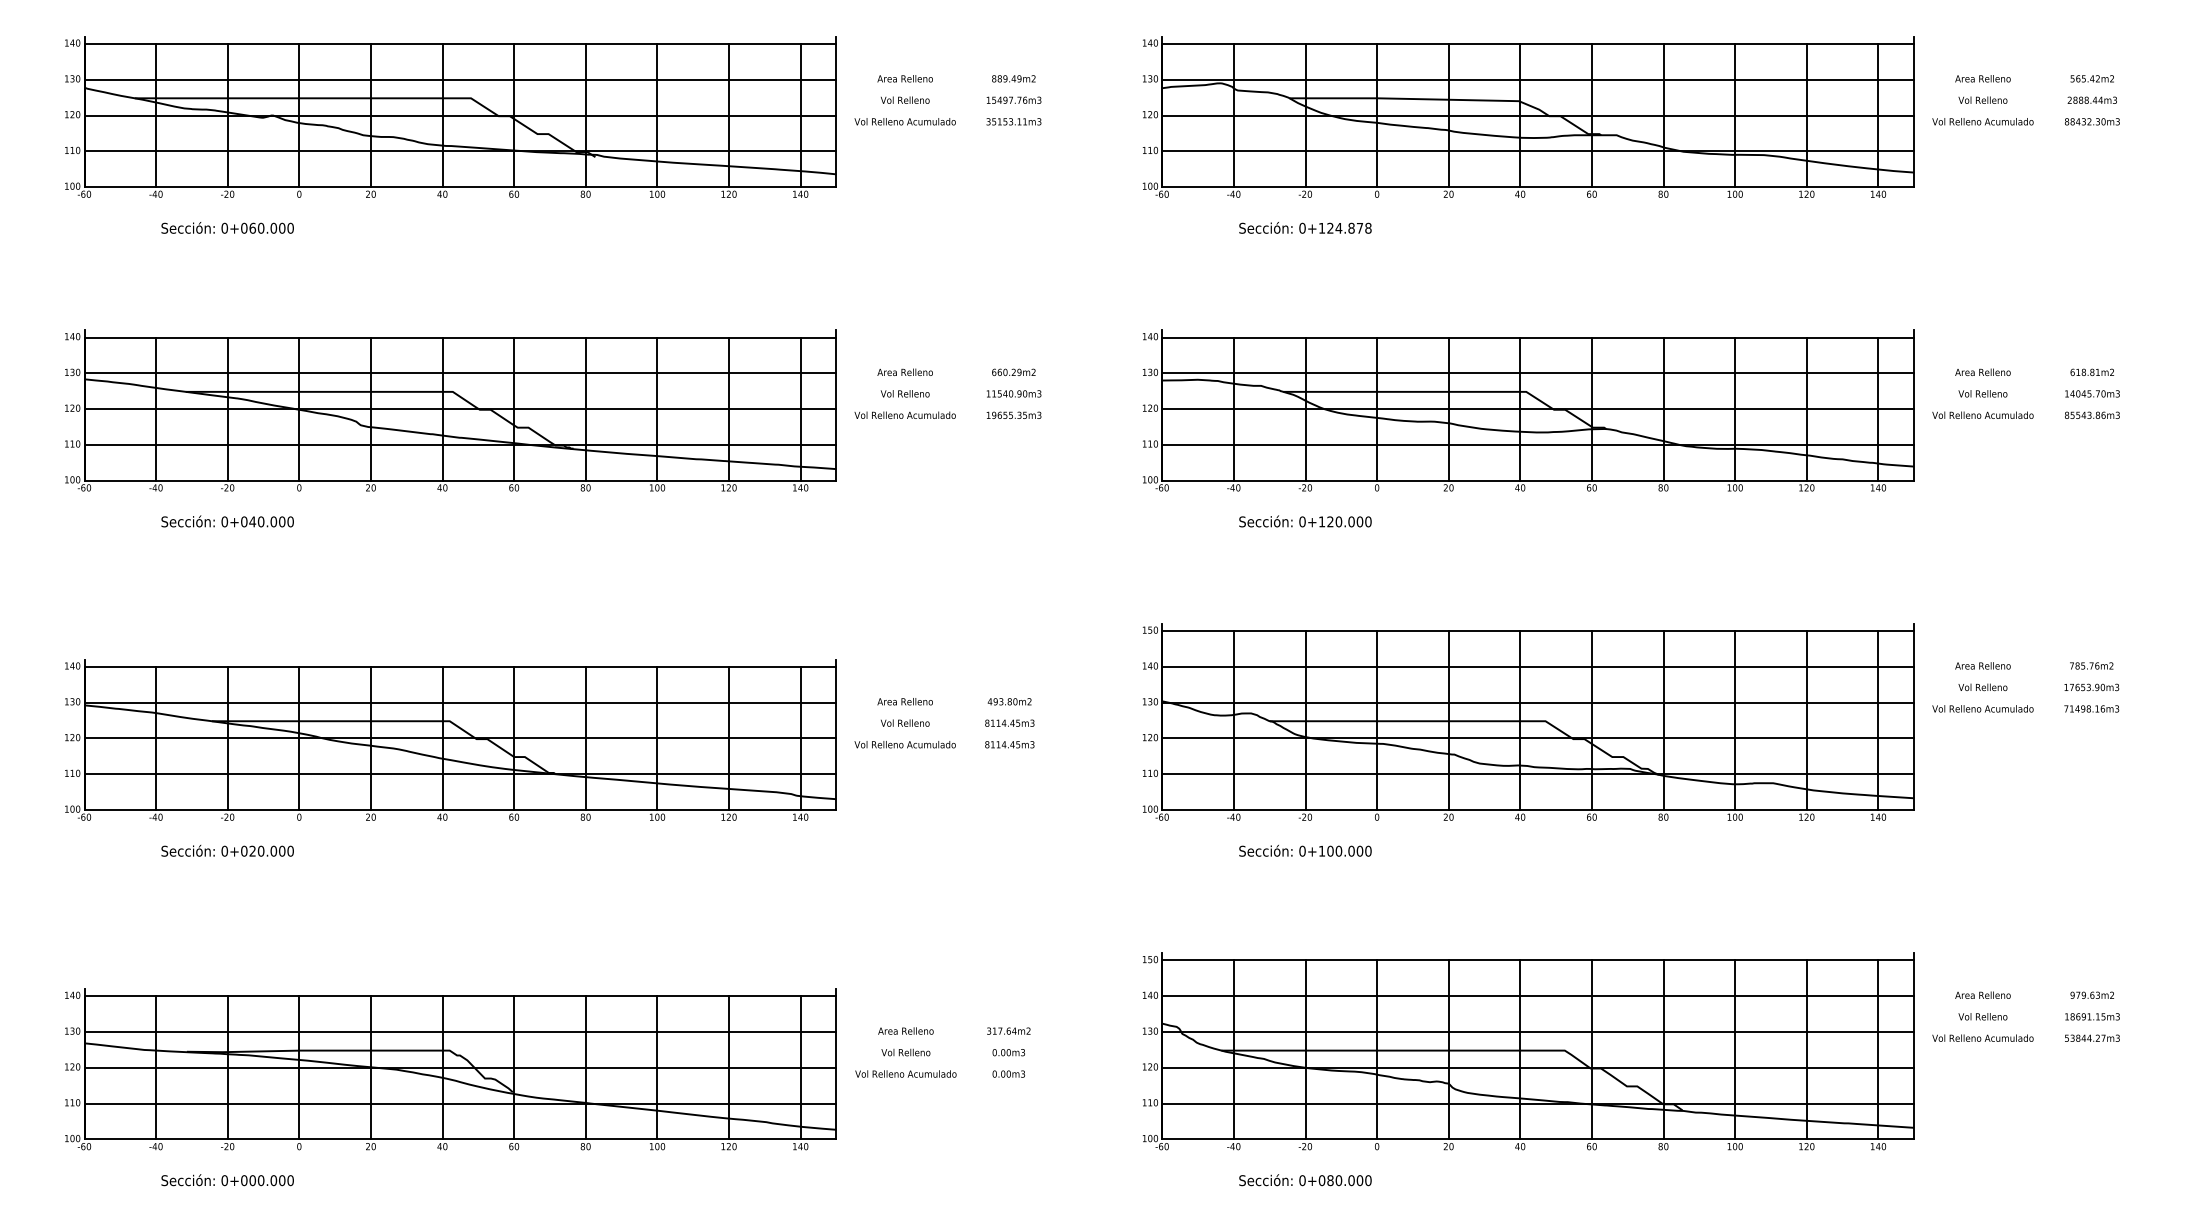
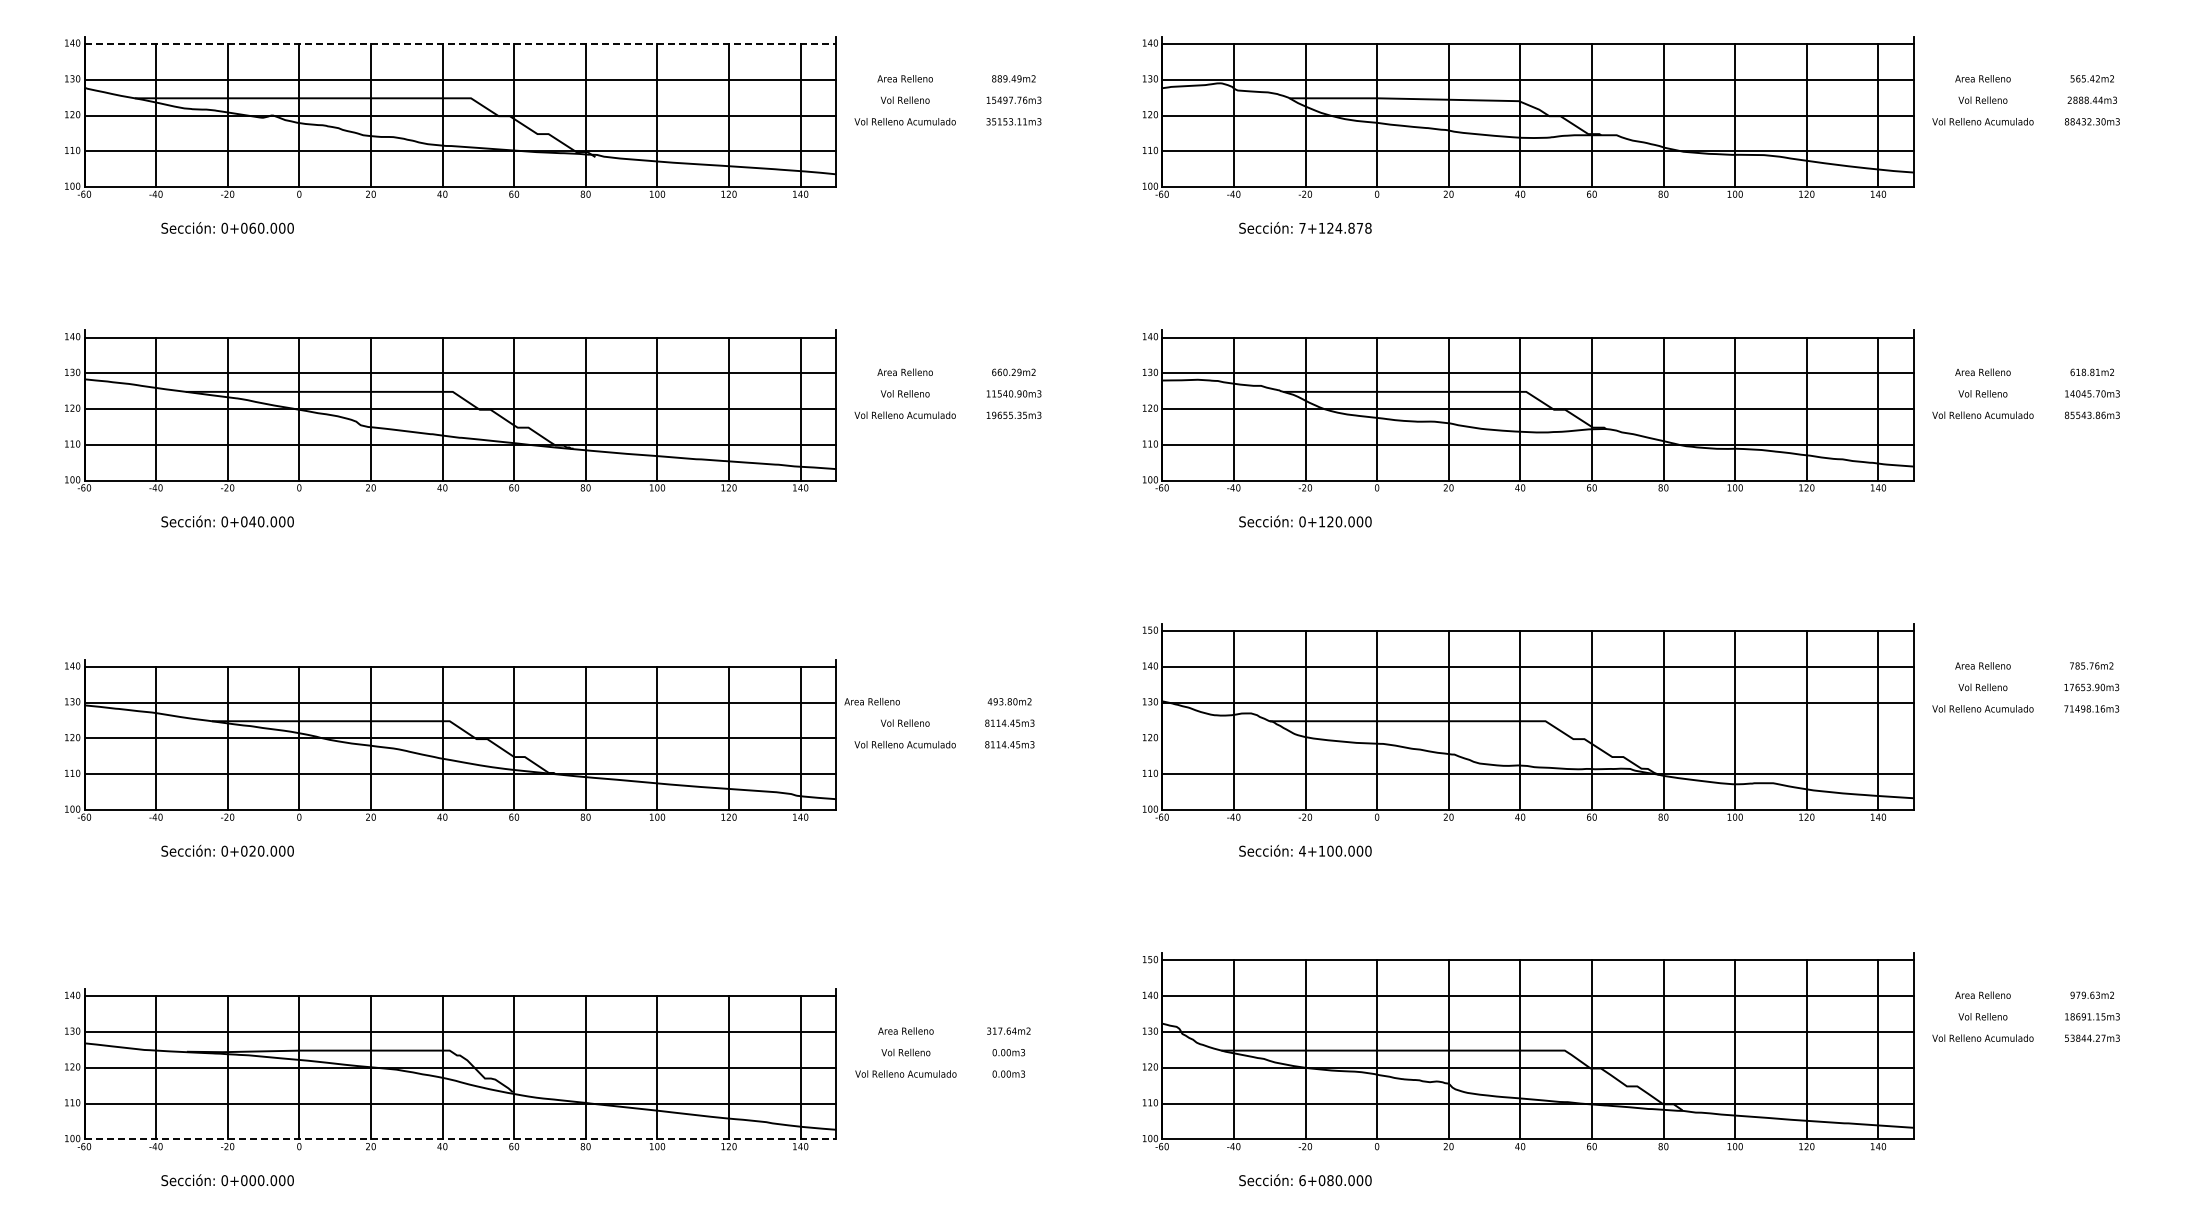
line at (460, 43): solid -> dashed
text at (1302, 227): 0+124.878 -> 7+124.878
text at (904, 701) position: (904, 701) -> (871, 701)
line at (1538, 738): present -> none
text at (1302, 850): 0+100.000 -> 4+100.000
line at (460, 1139): solid -> dashed
text at (1302, 1180): 0+080.000 -> 6+080.000
